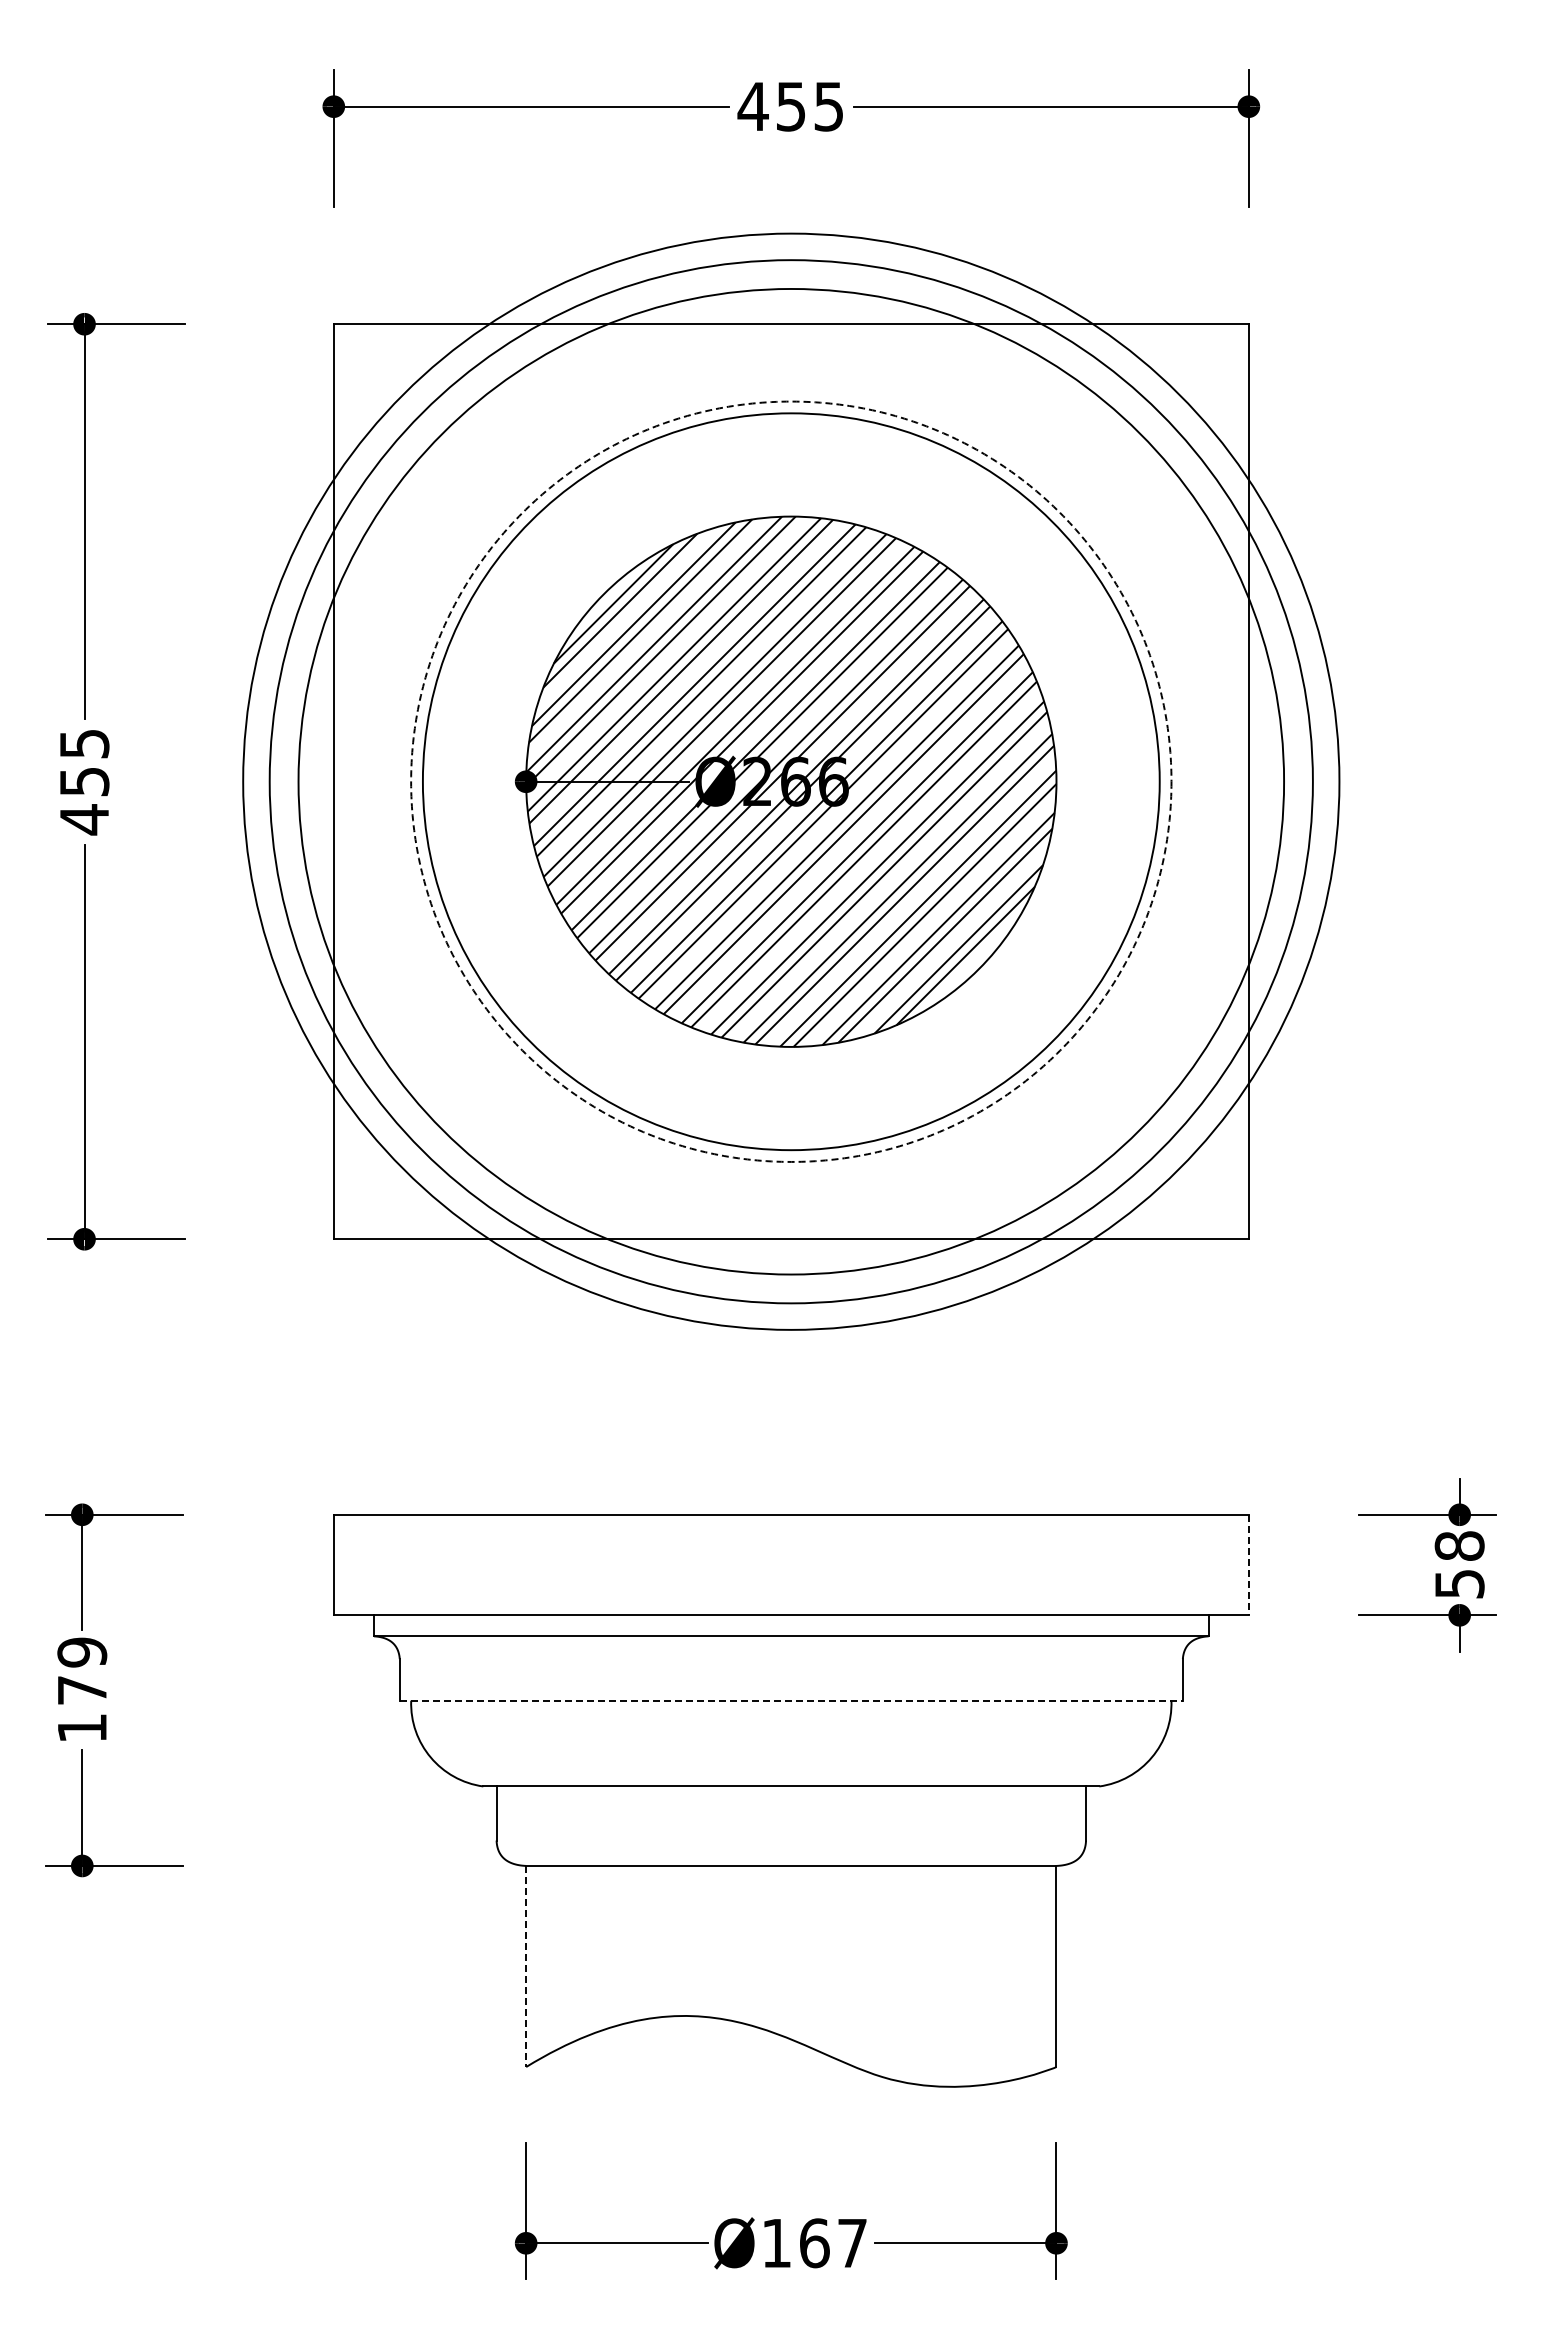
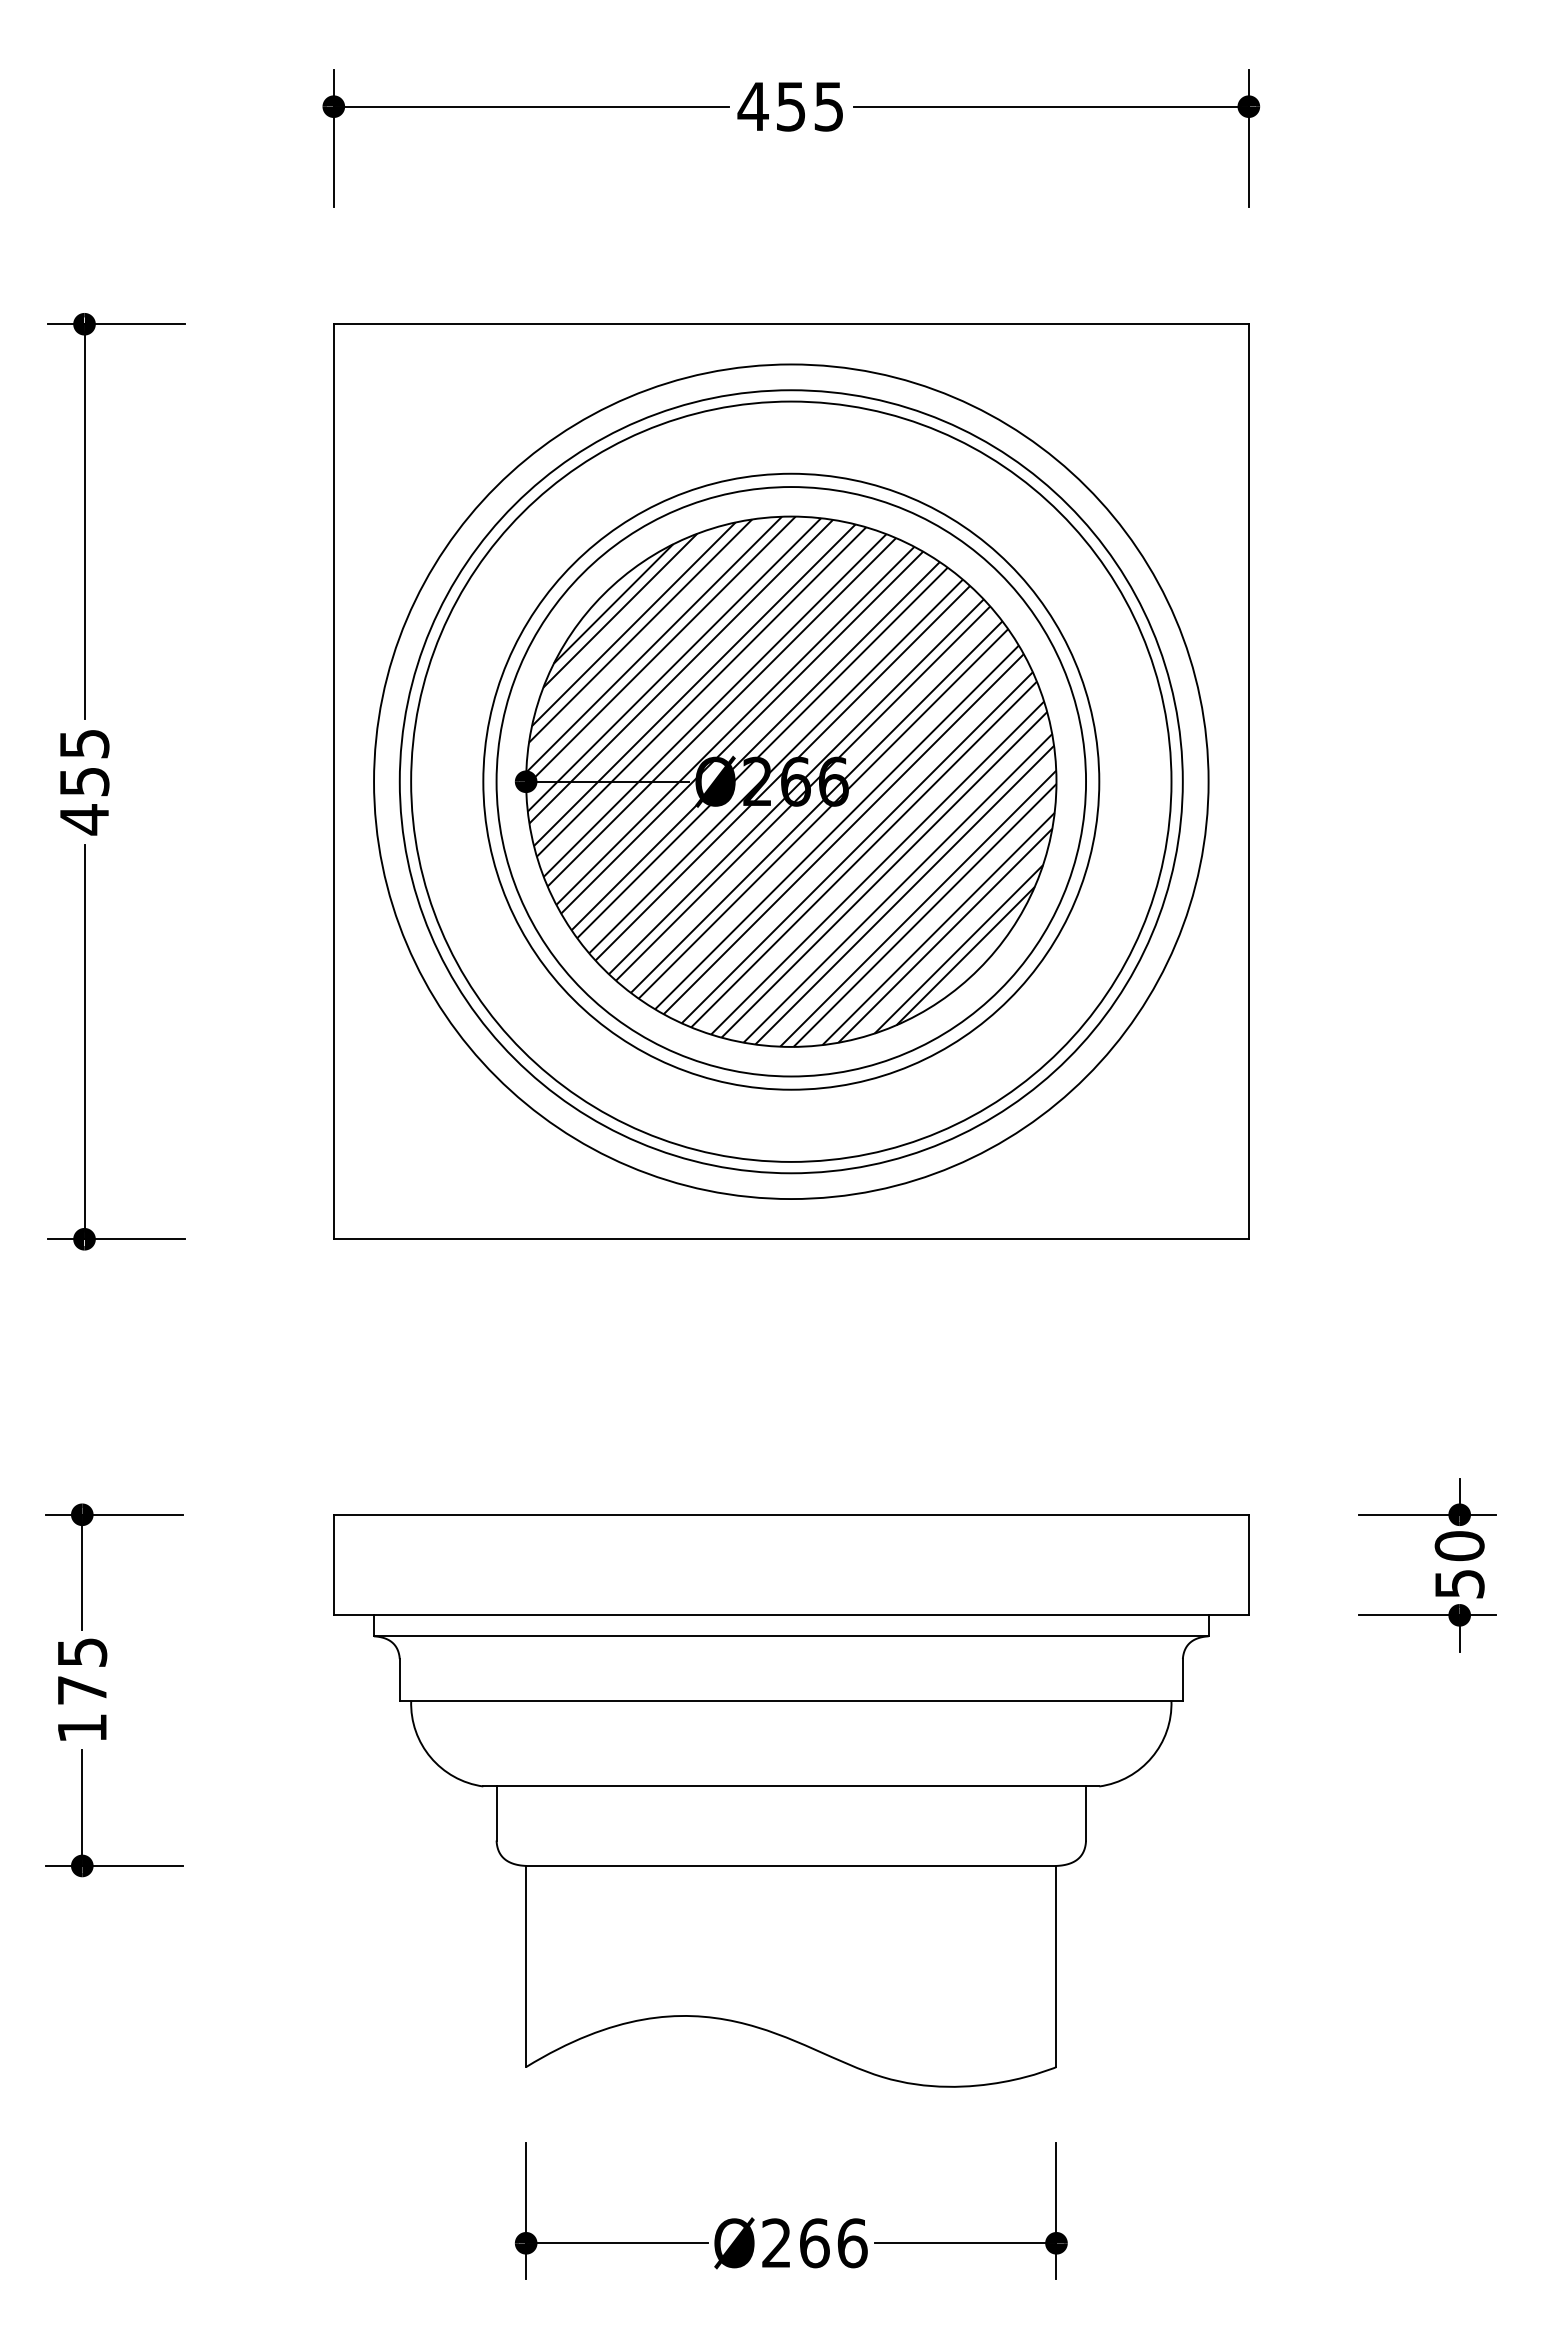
circle at (790, 781) diameter: 1043 px -> 835 px
circle at (790, 781) diameter: 737 px -> 589 px
circle at (791, 781) diameter: 1096 px -> 783 px
circle at (791, 781) diameter: 986 px -> 616 px
circle at (791, 781): dashed -> solid
text at (1459, 1546): 58 -> 50
line at (1248, 1565): dashed -> solid
text at (82, 1652): 179 -> 175
line at (791, 1700): dashed -> solid
line at (526, 1966): dashed -> solid
text at (814, 2243): Ø167 -> Ø266
